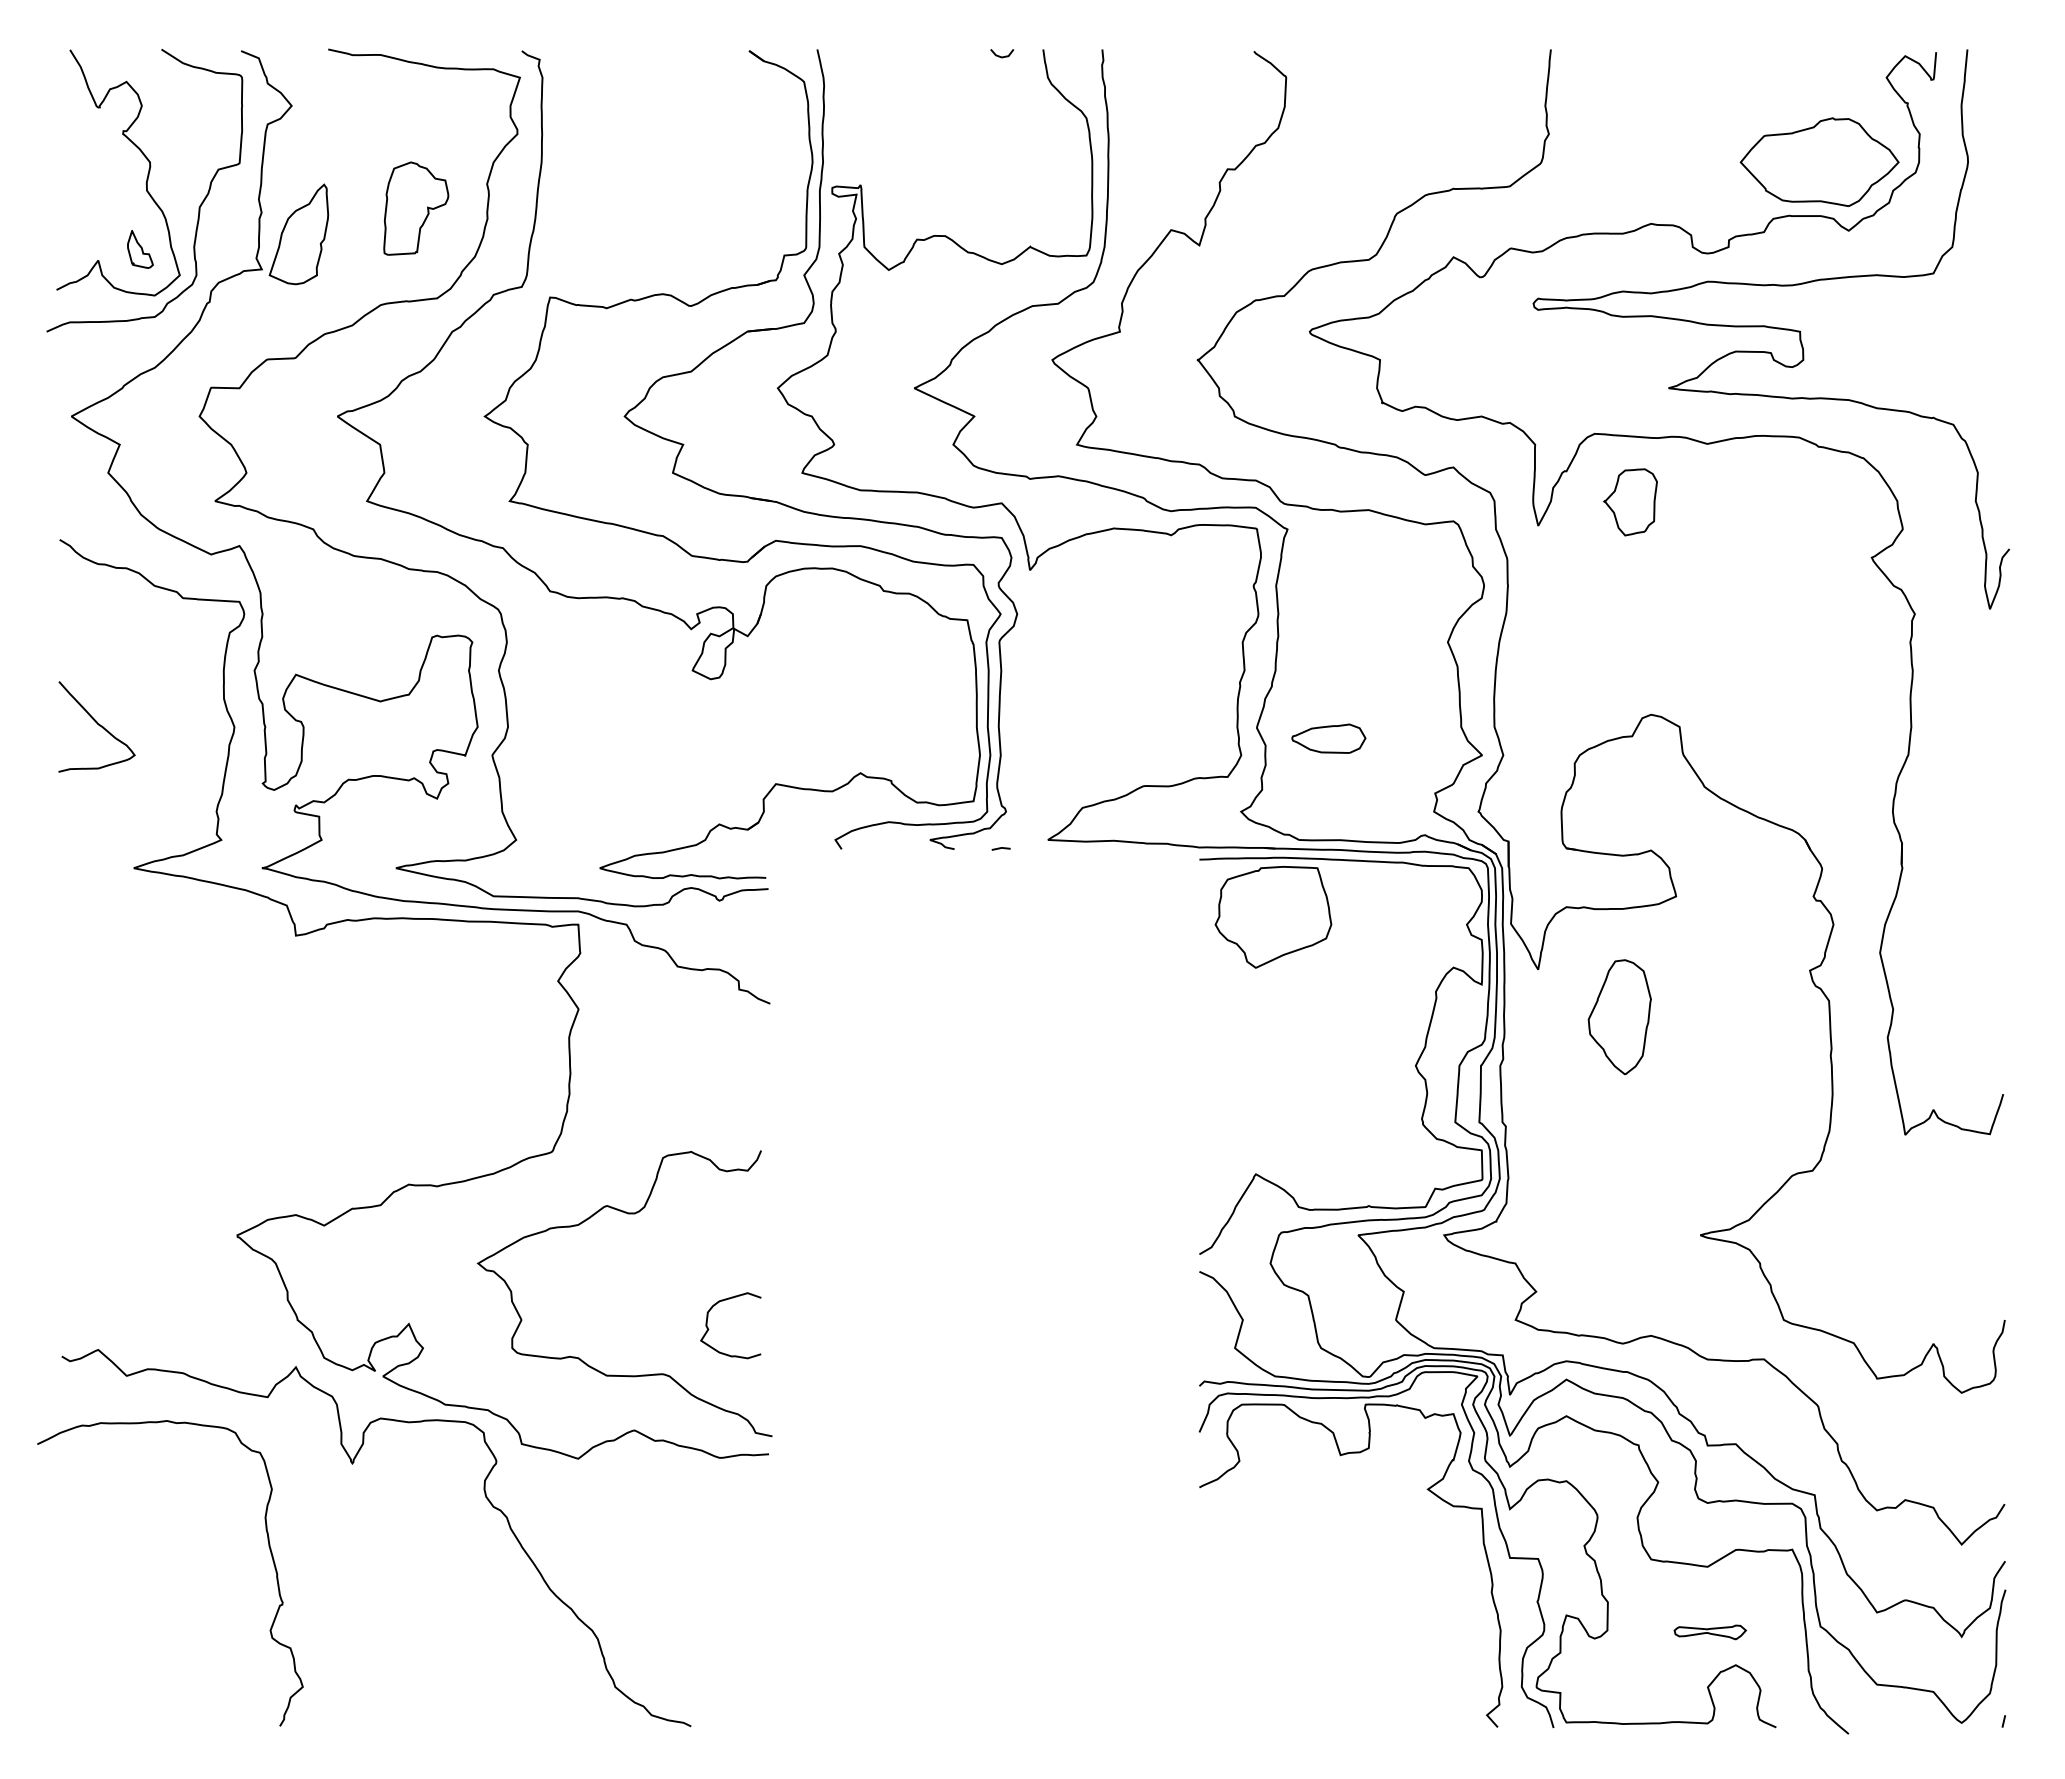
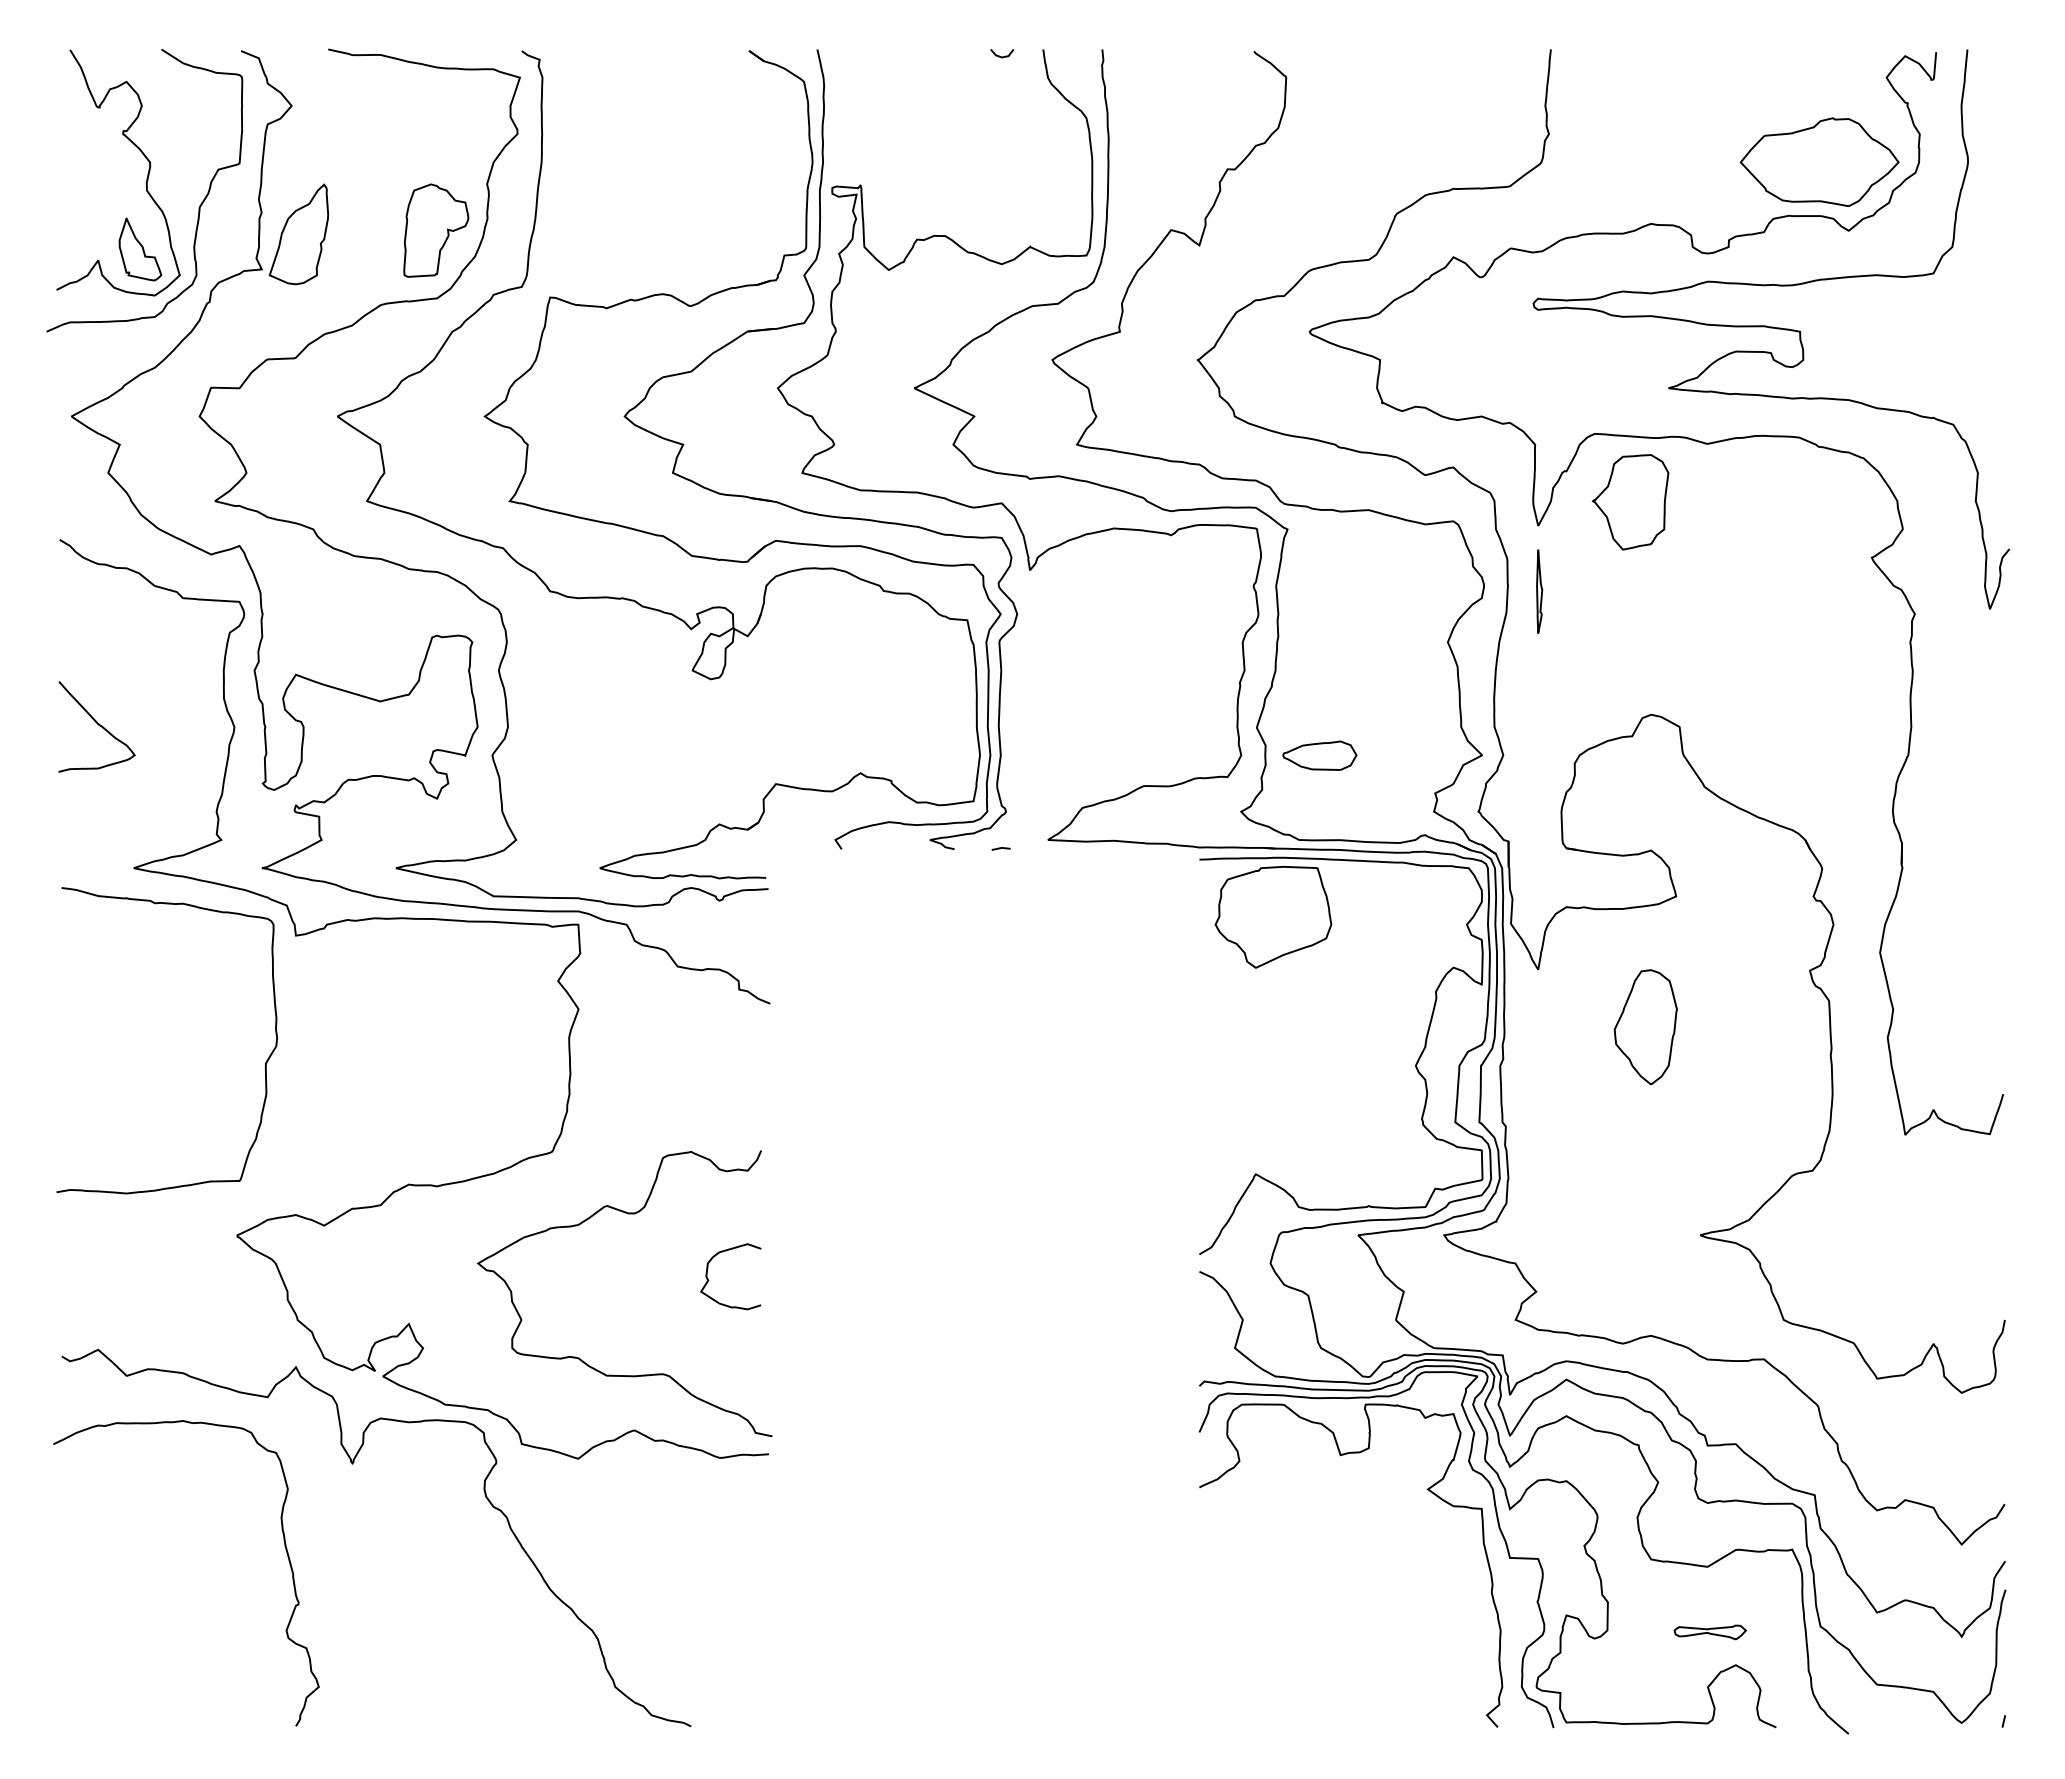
part at (416, 208) position: (416, 208) -> (436, 230)
part at (140, 249) size: 27x39 px -> 45x65 px
part at (1630, 502) size: 55x69 px -> 79x97 px
part at (1539, 591): none -> present
part at (1328, 738) position: (1328, 738) -> (1319, 755)
part at (1619, 1017) position: (1619, 1017) -> (1645, 1027)
curve at (265, 1062): none -> present
curve at (709, 1329) position: (709, 1329) -> (709, 1280)
curve at (269, 1550) position: (269, 1550) -> (285, 1550)
